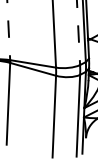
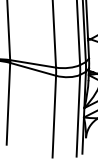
line at (8, 30): dashed -> solid
line at (78, 33): dashed -> solid
